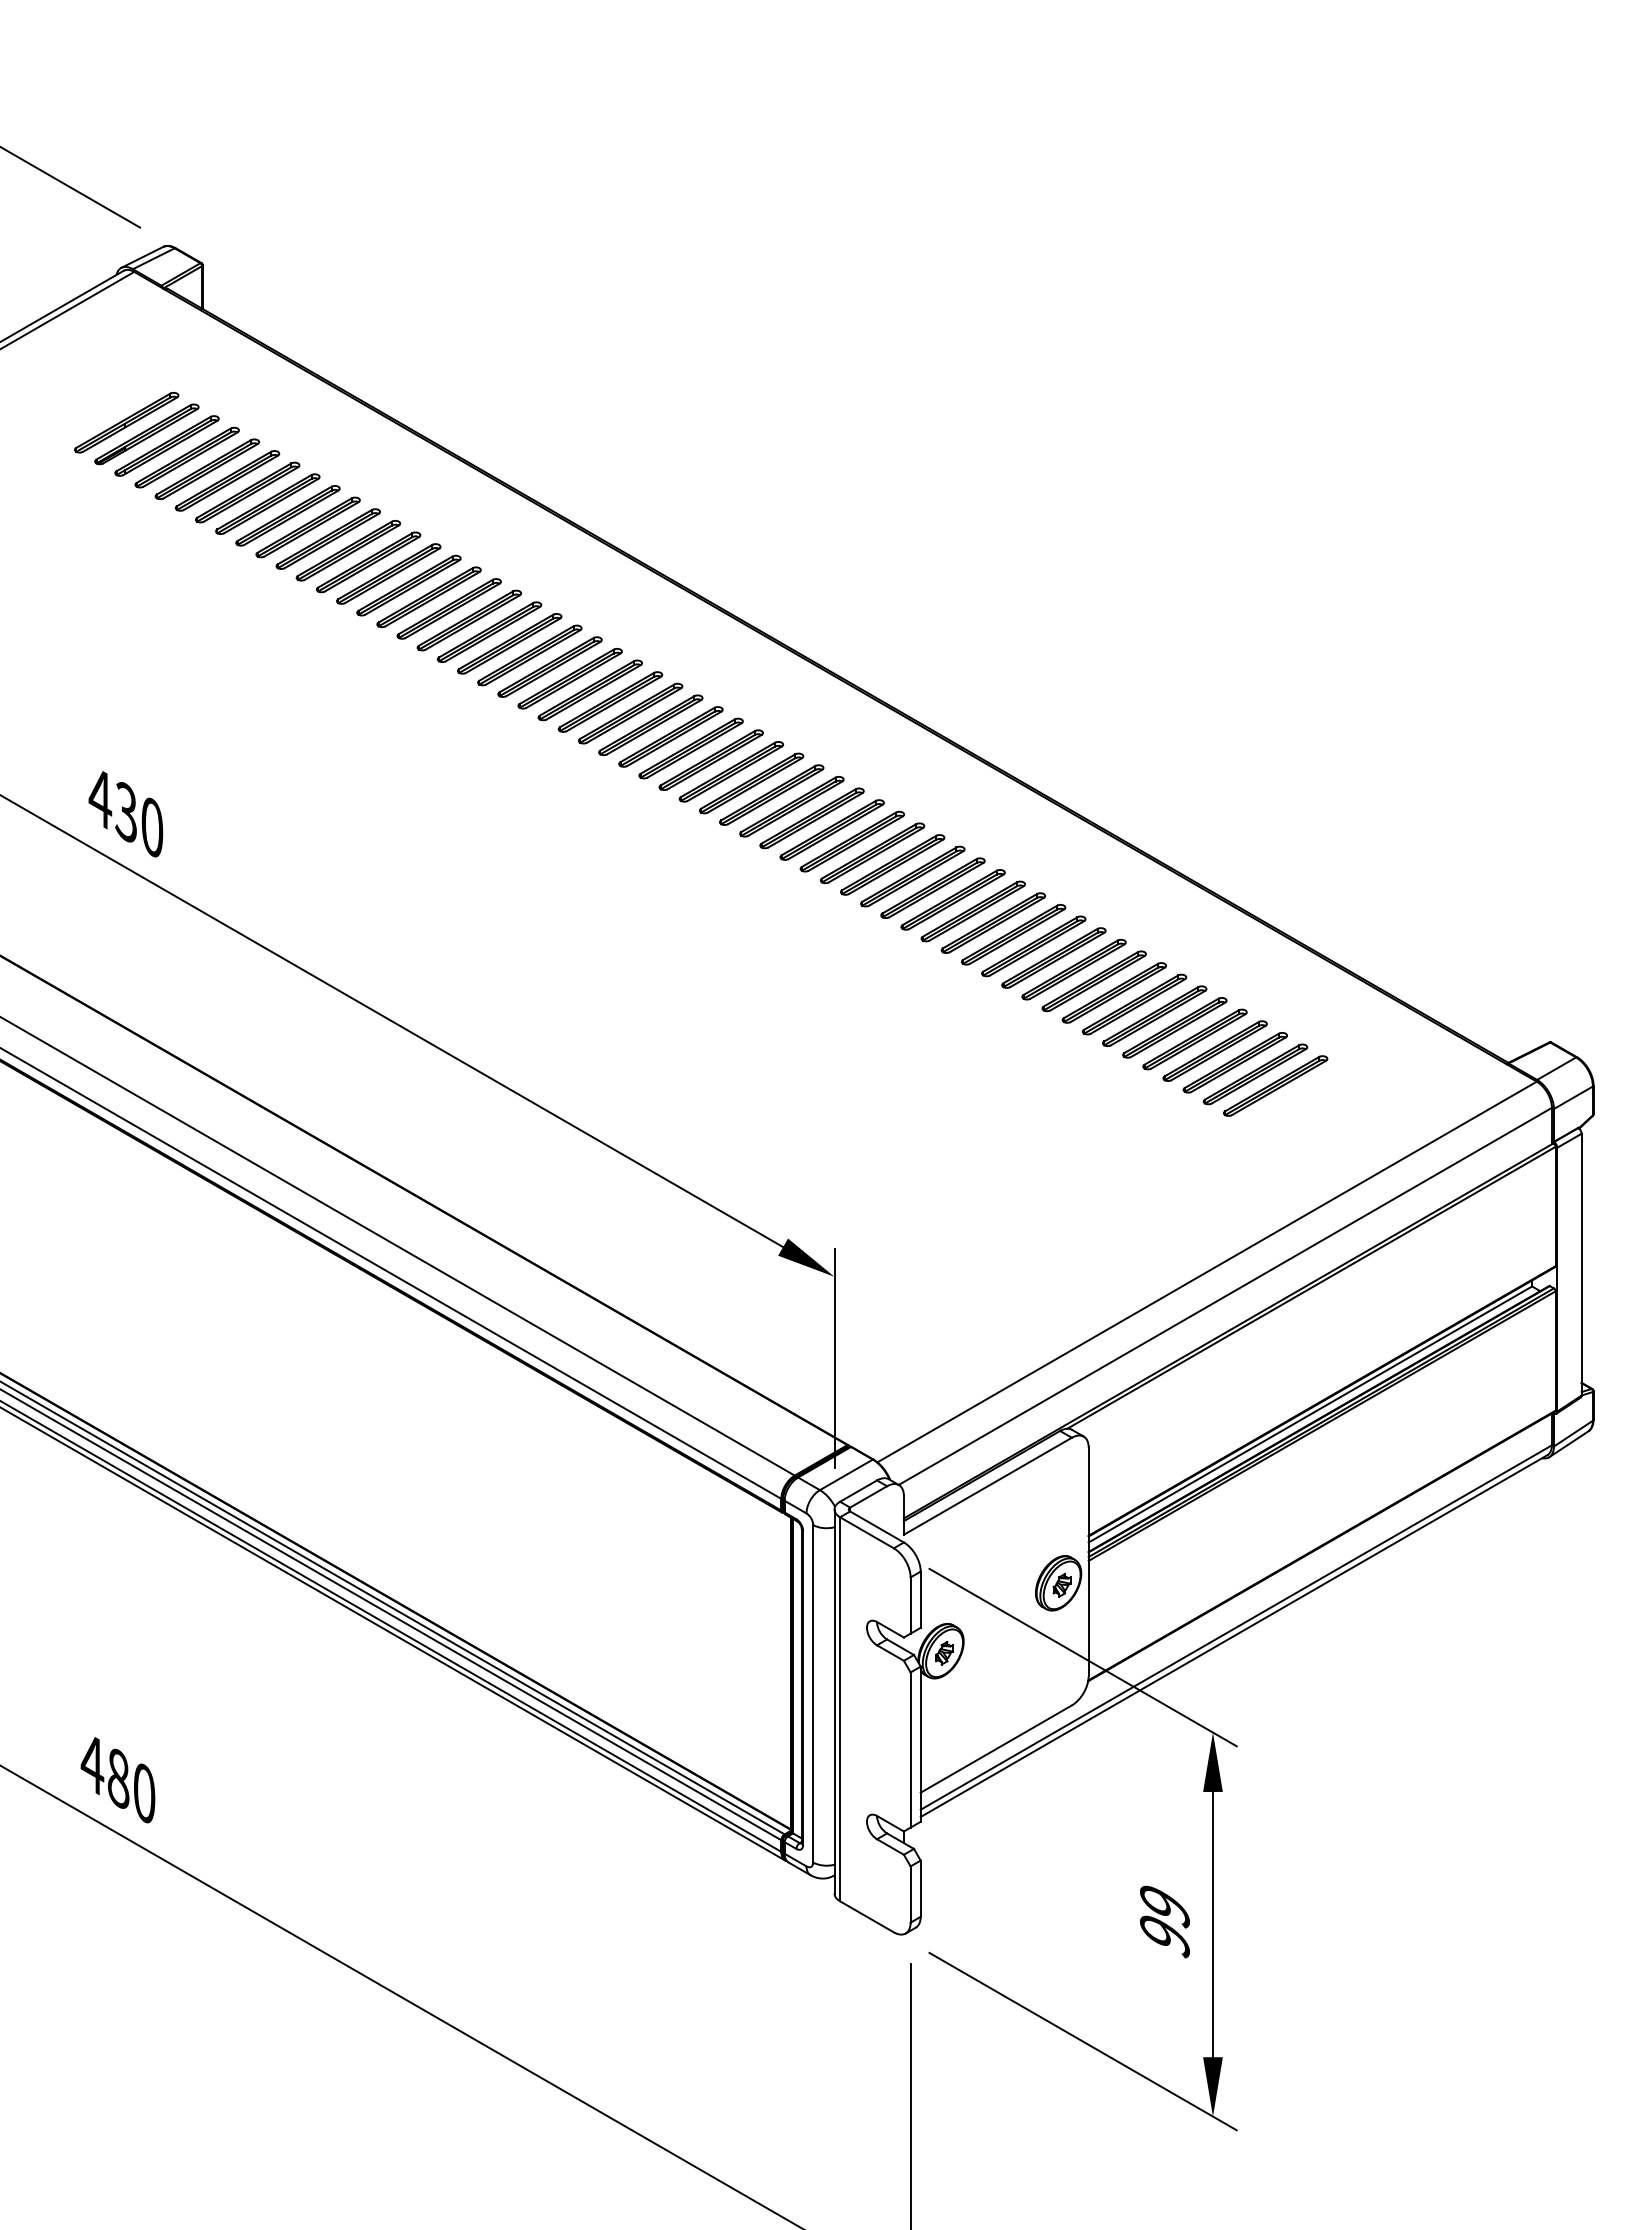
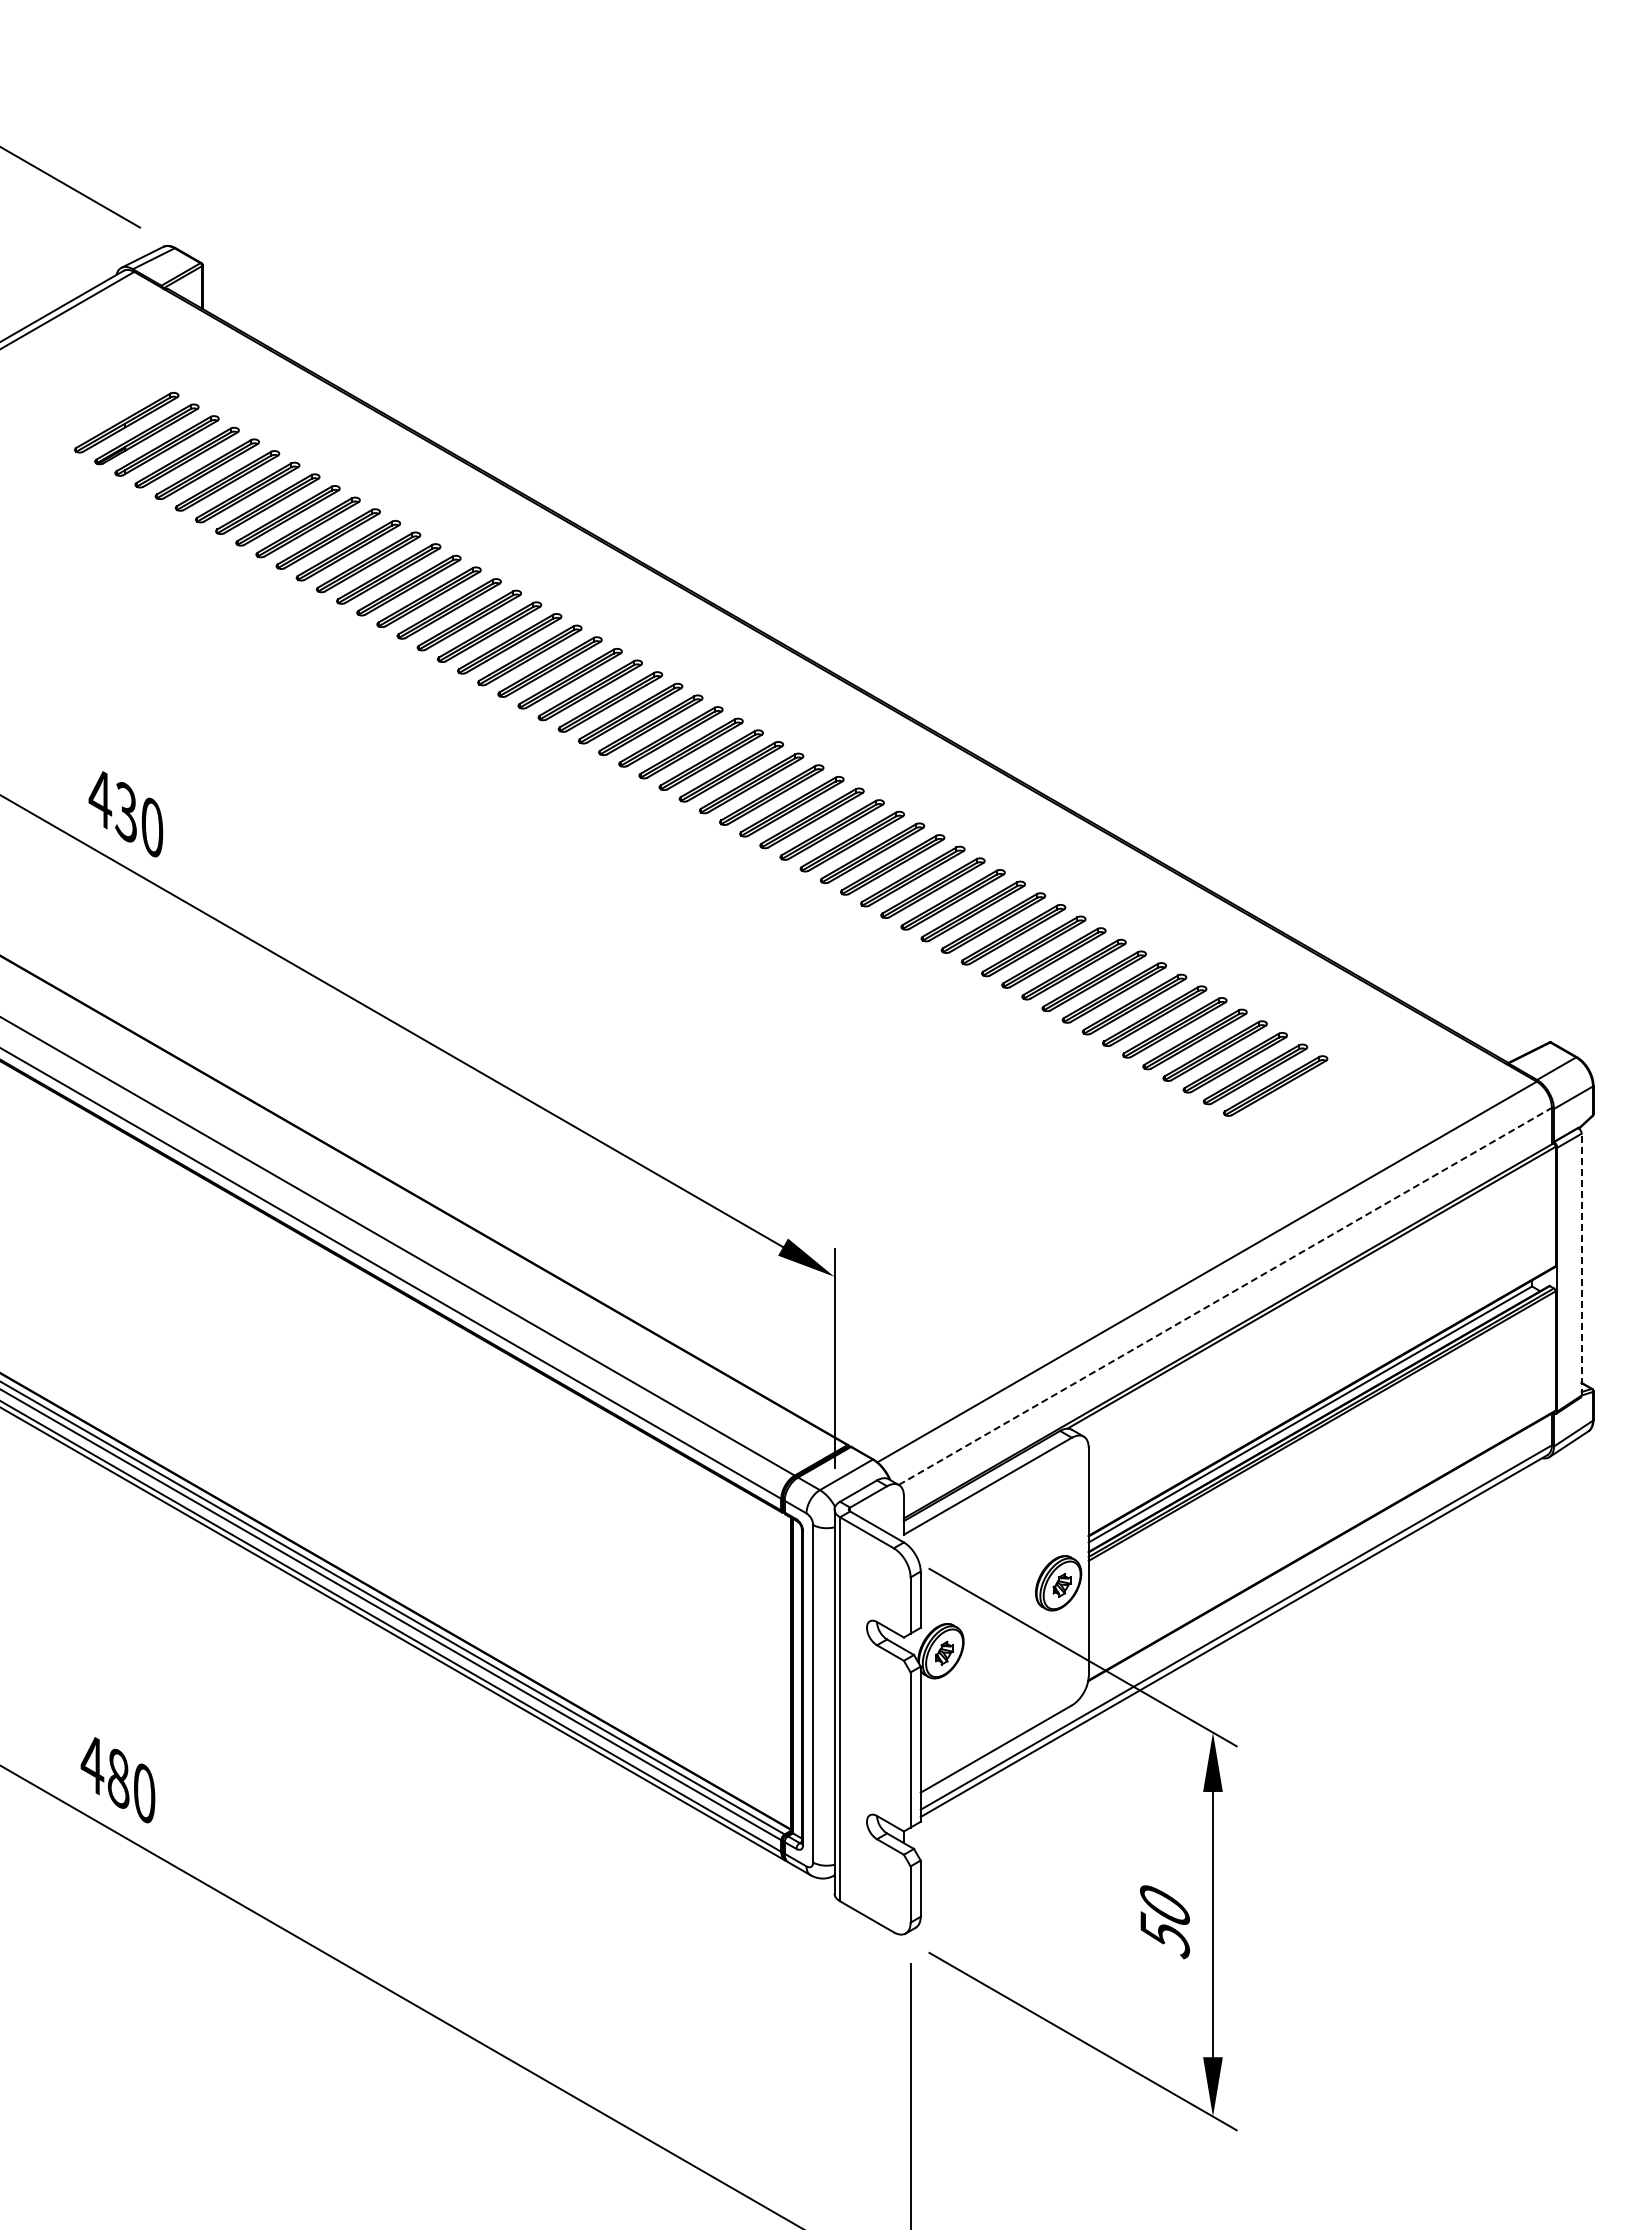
line at (1581, 1264): solid -> dashed
line at (1225, 1296): solid -> dashed
text at (1164, 1922): 99 -> 50
